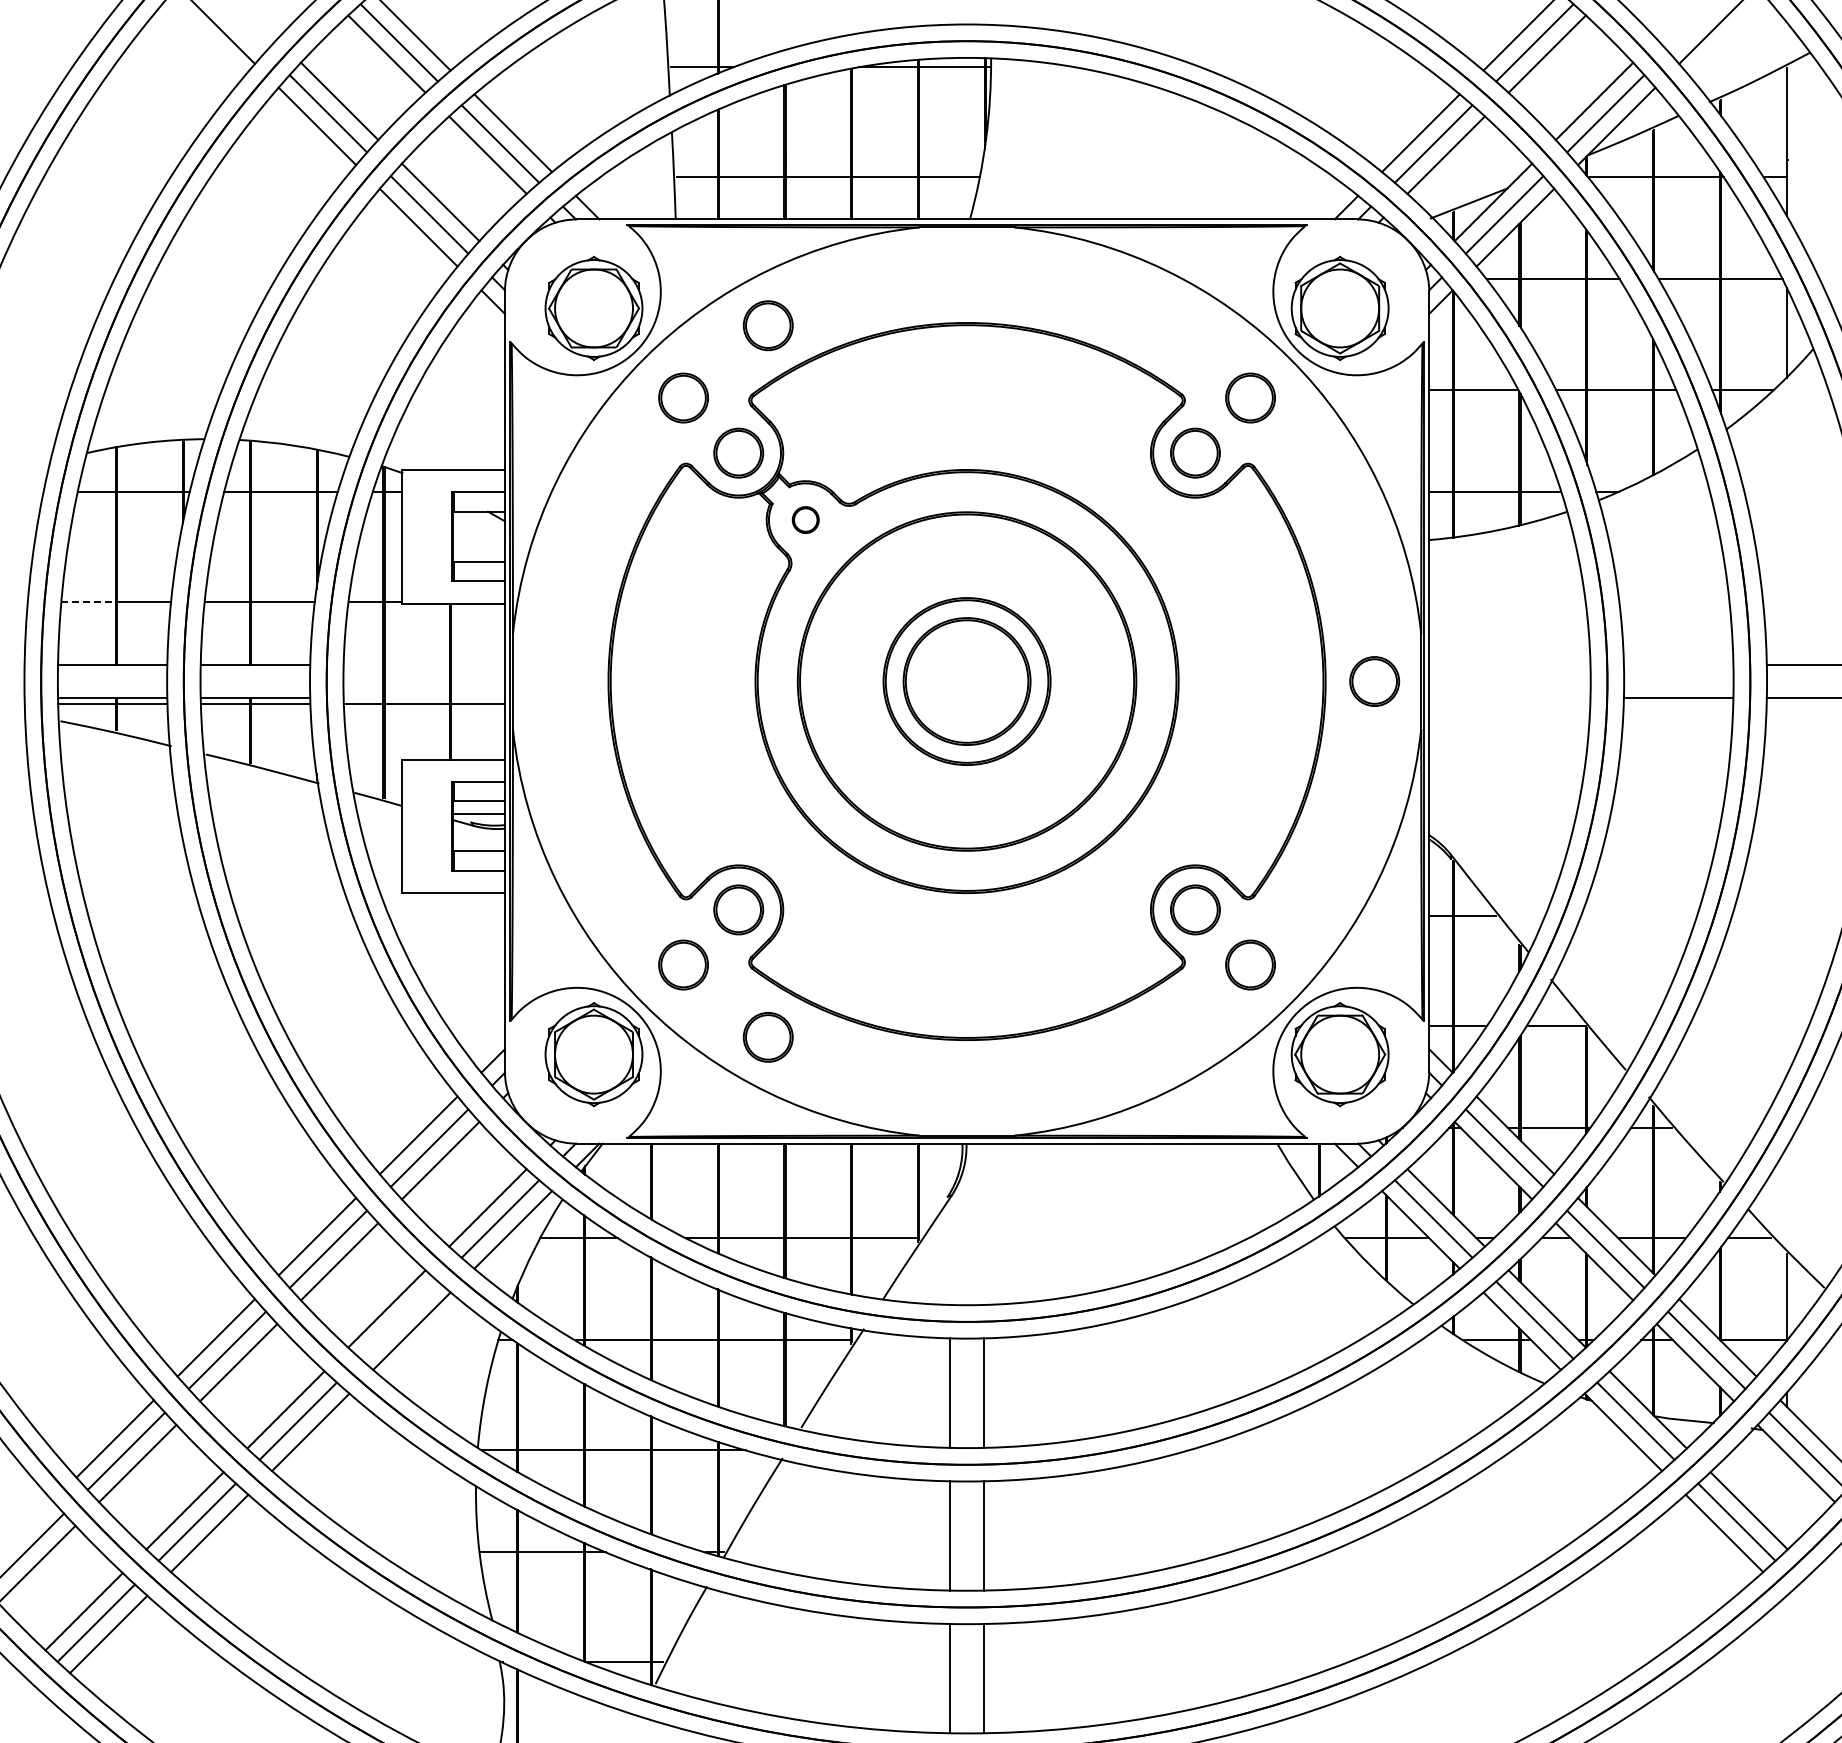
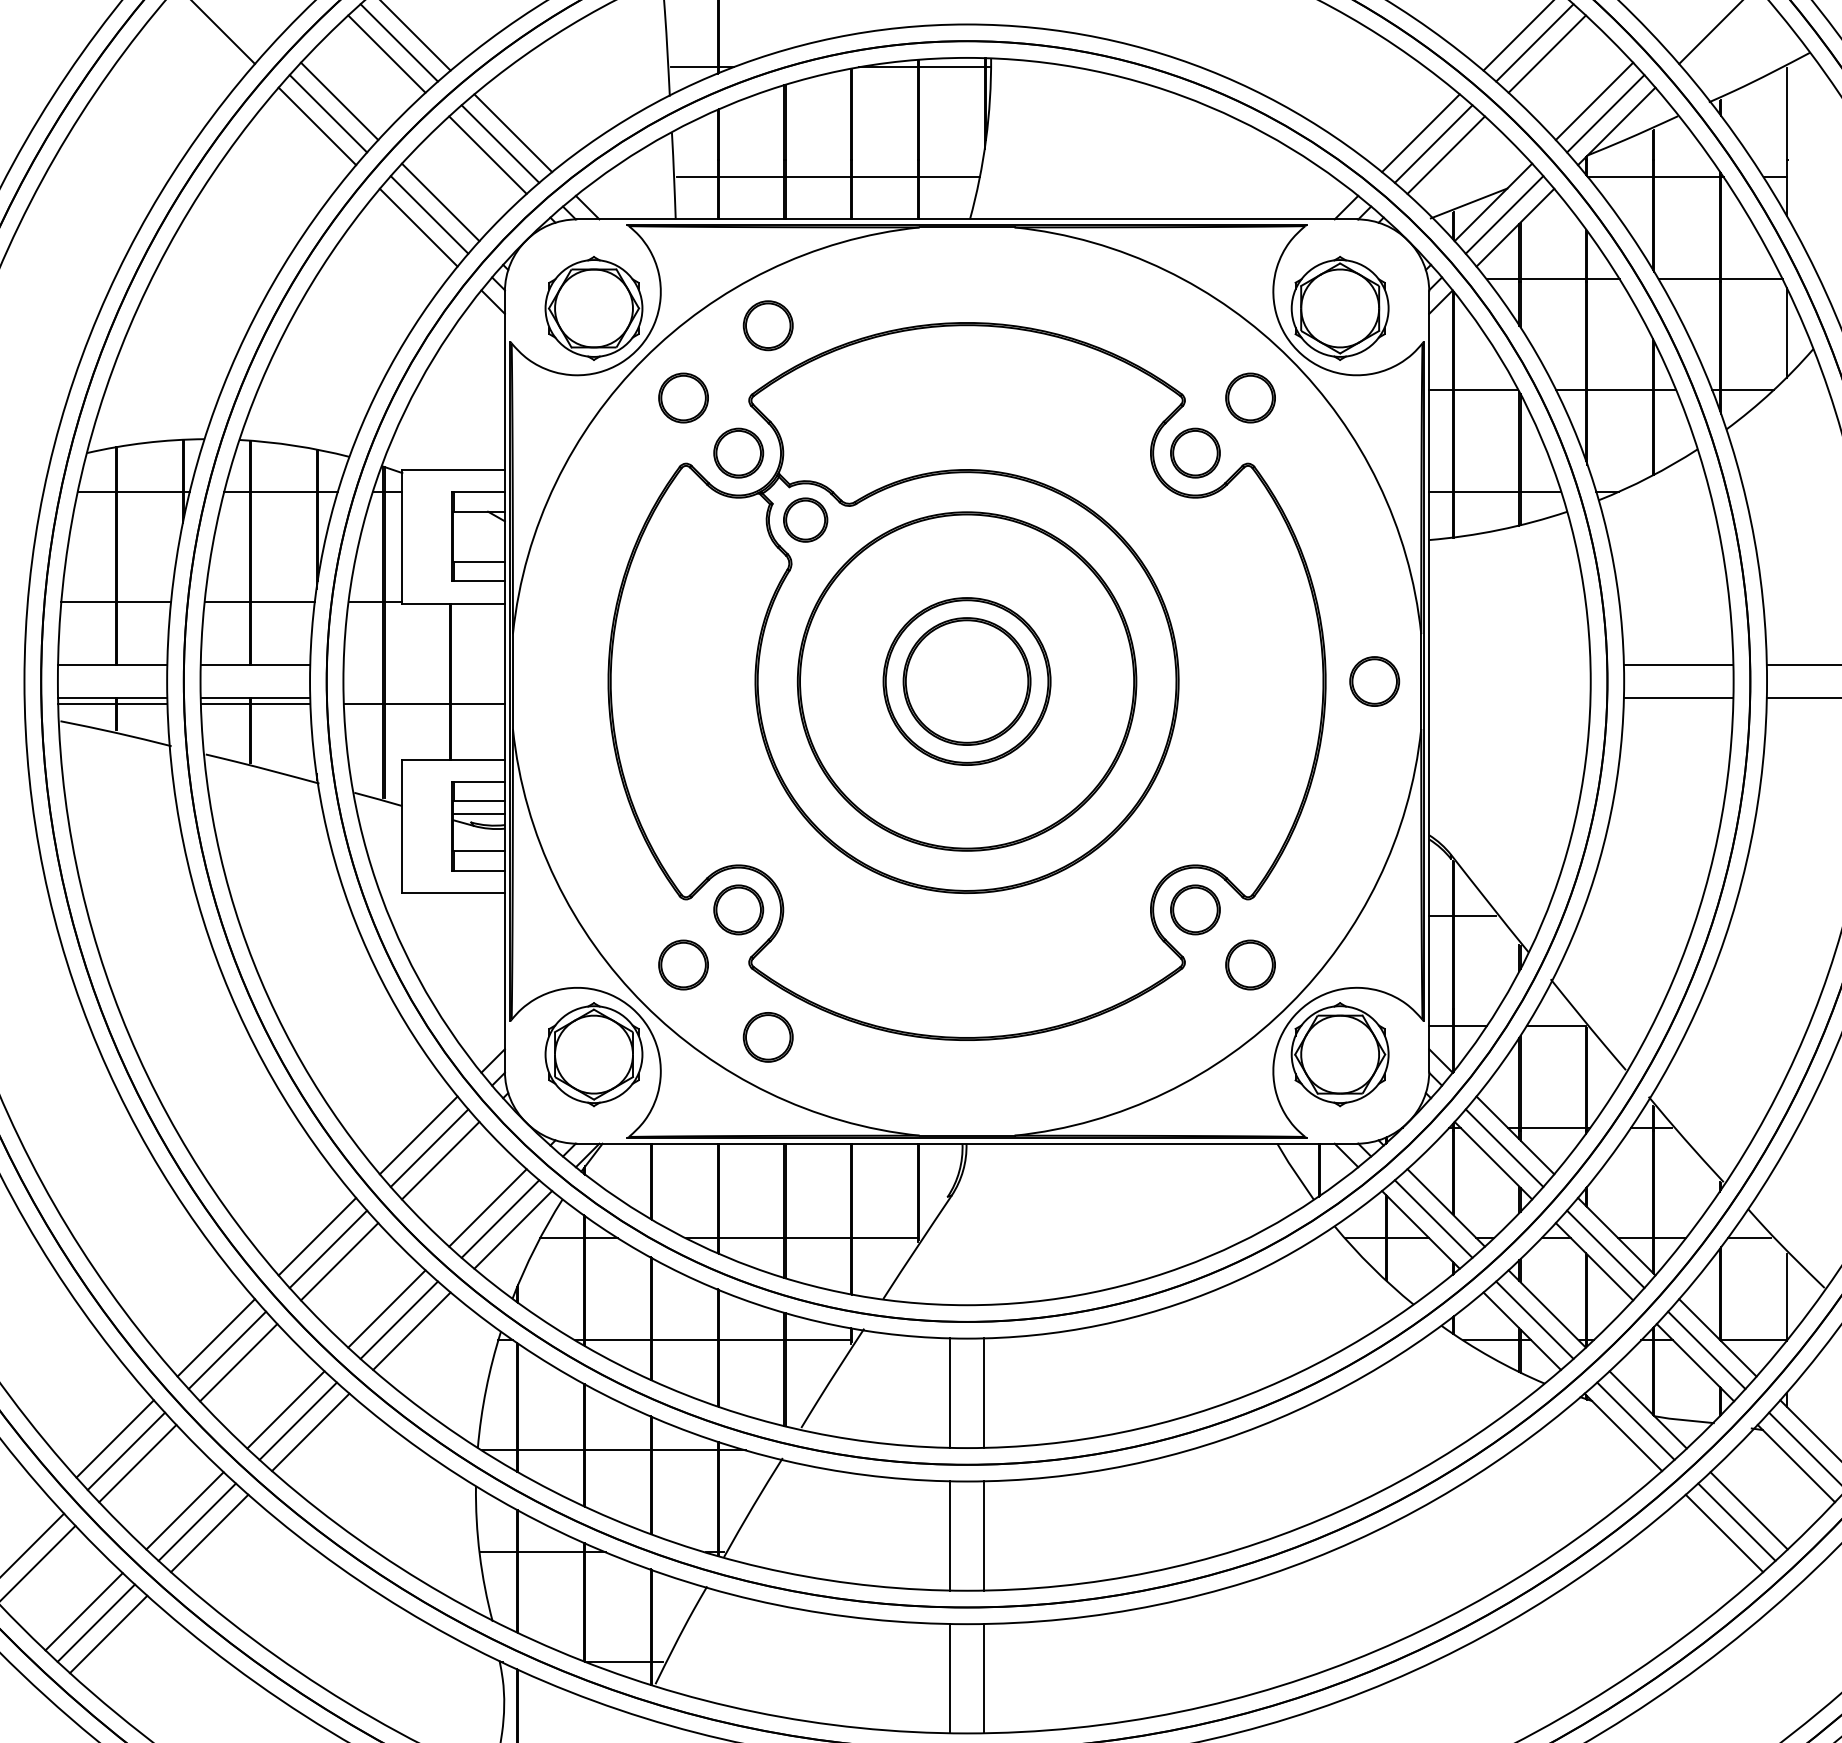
part at (805, 519) size: 29x28 px -> 46x46 px
line at (89, 601): dashed -> solid
line at (1678, 664): none -> present
line at (398, 1319): none -> present
